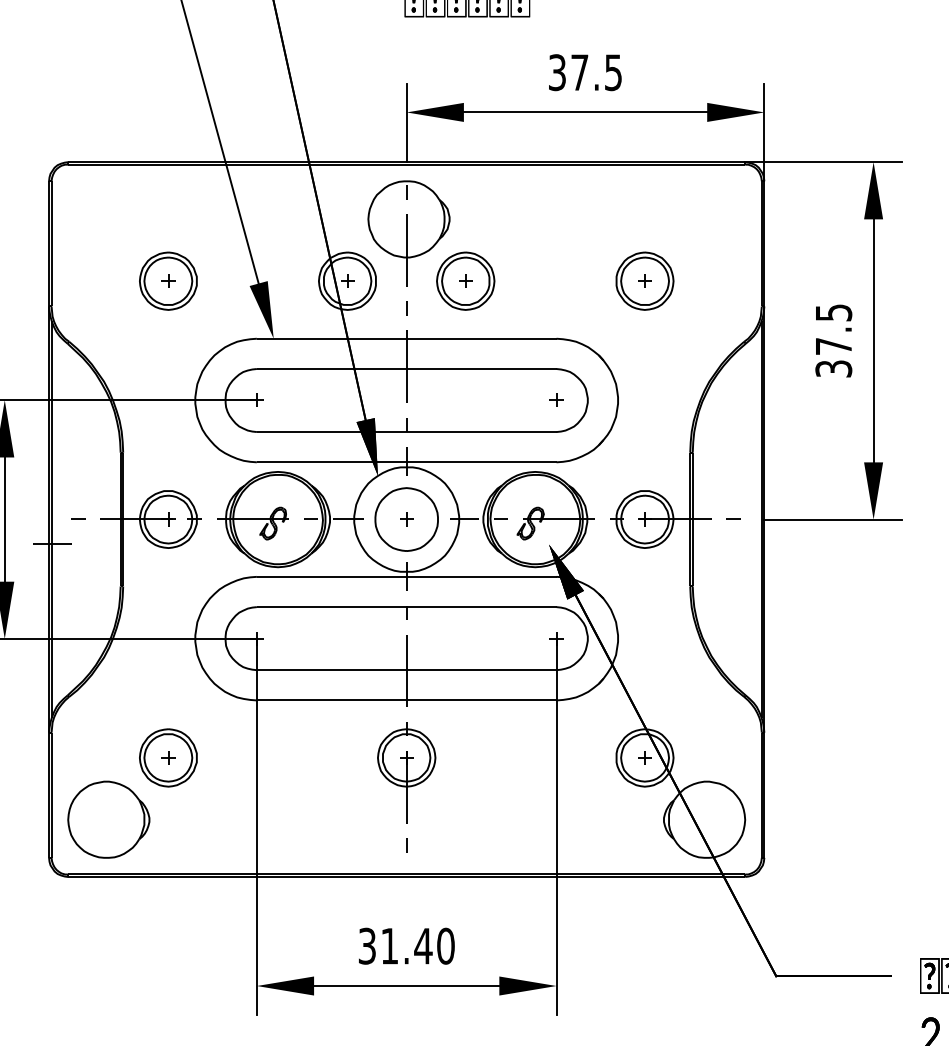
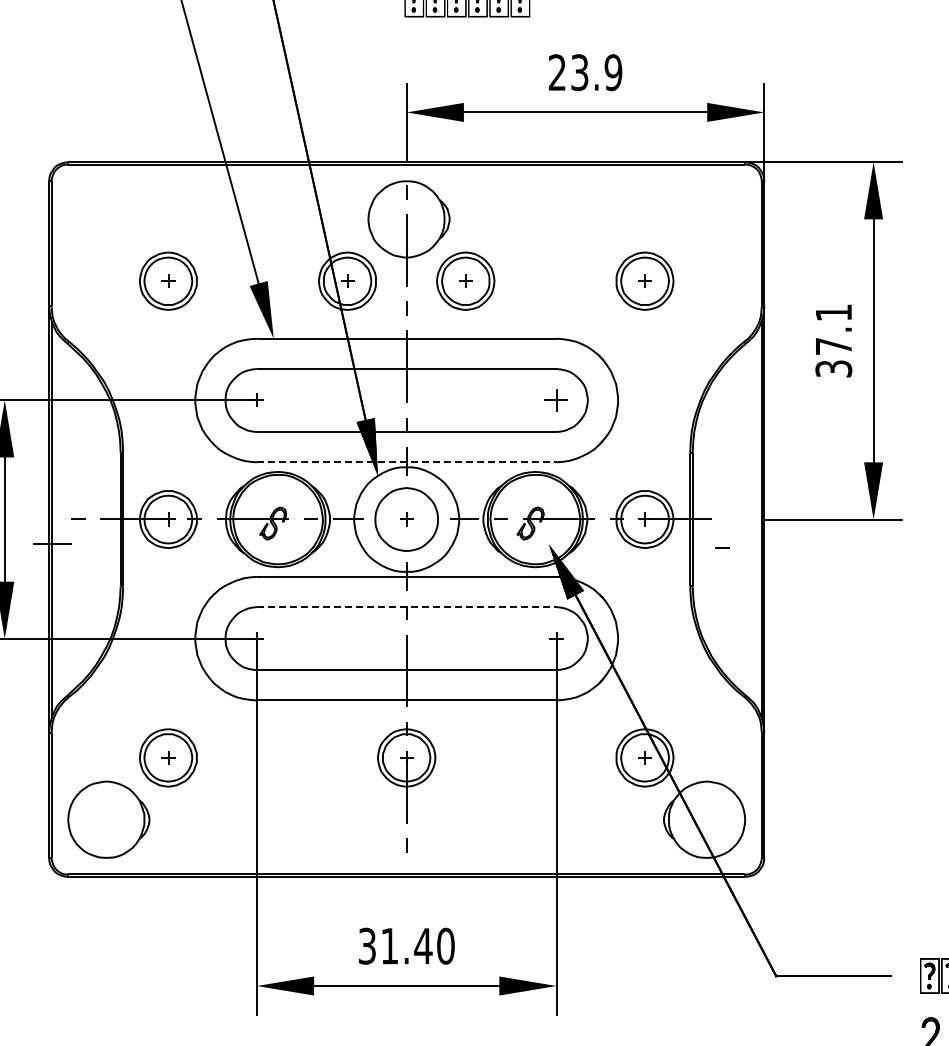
text at (585, 72): 37.5 -> 23.9
text at (834, 312): 37.5 -> 37.1
part at (556, 399) size: 15x14 px -> 24x23 px
line at (406, 462): solid -> dashed
line at (733, 518) position: (733, 518) -> (722, 547)
line at (406, 607): solid -> dashed
